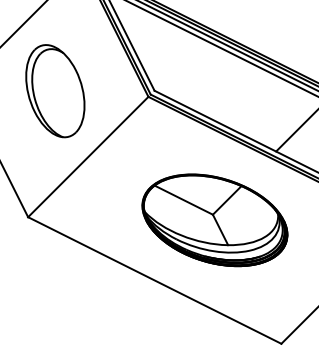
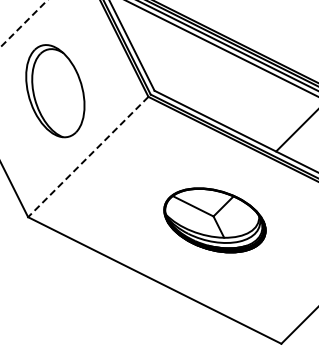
line at (24, 23): solid -> dashed
line at (87, 157): solid -> dashed
part at (214, 220) size: 148x95 px -> 104x67 px
